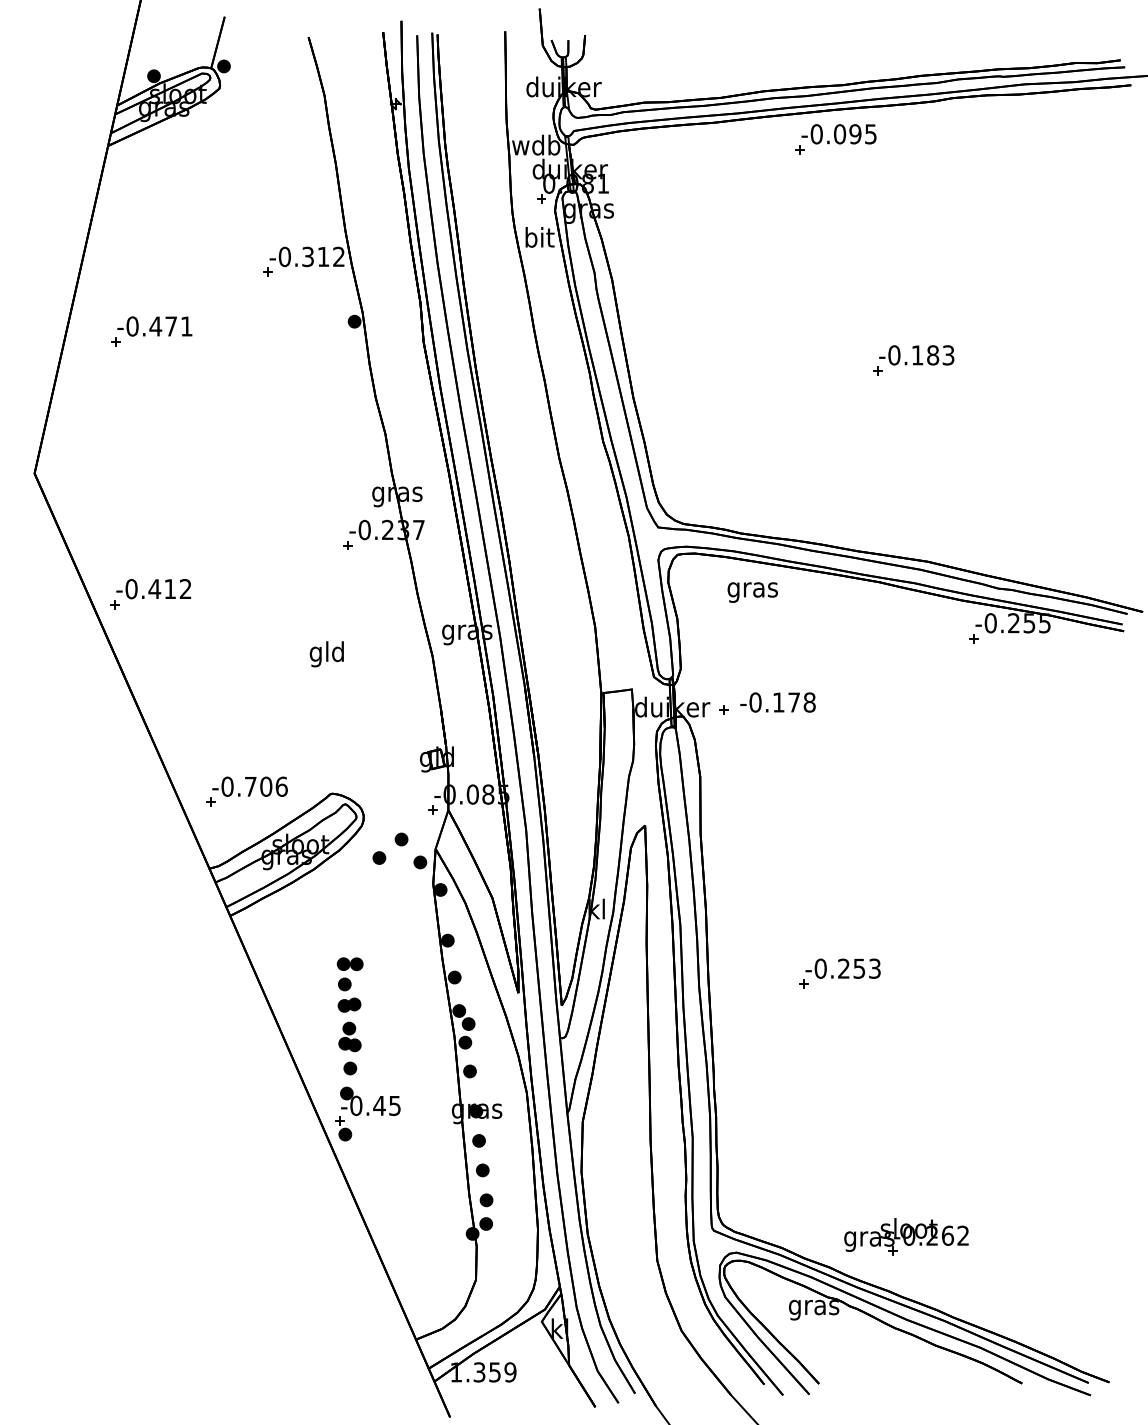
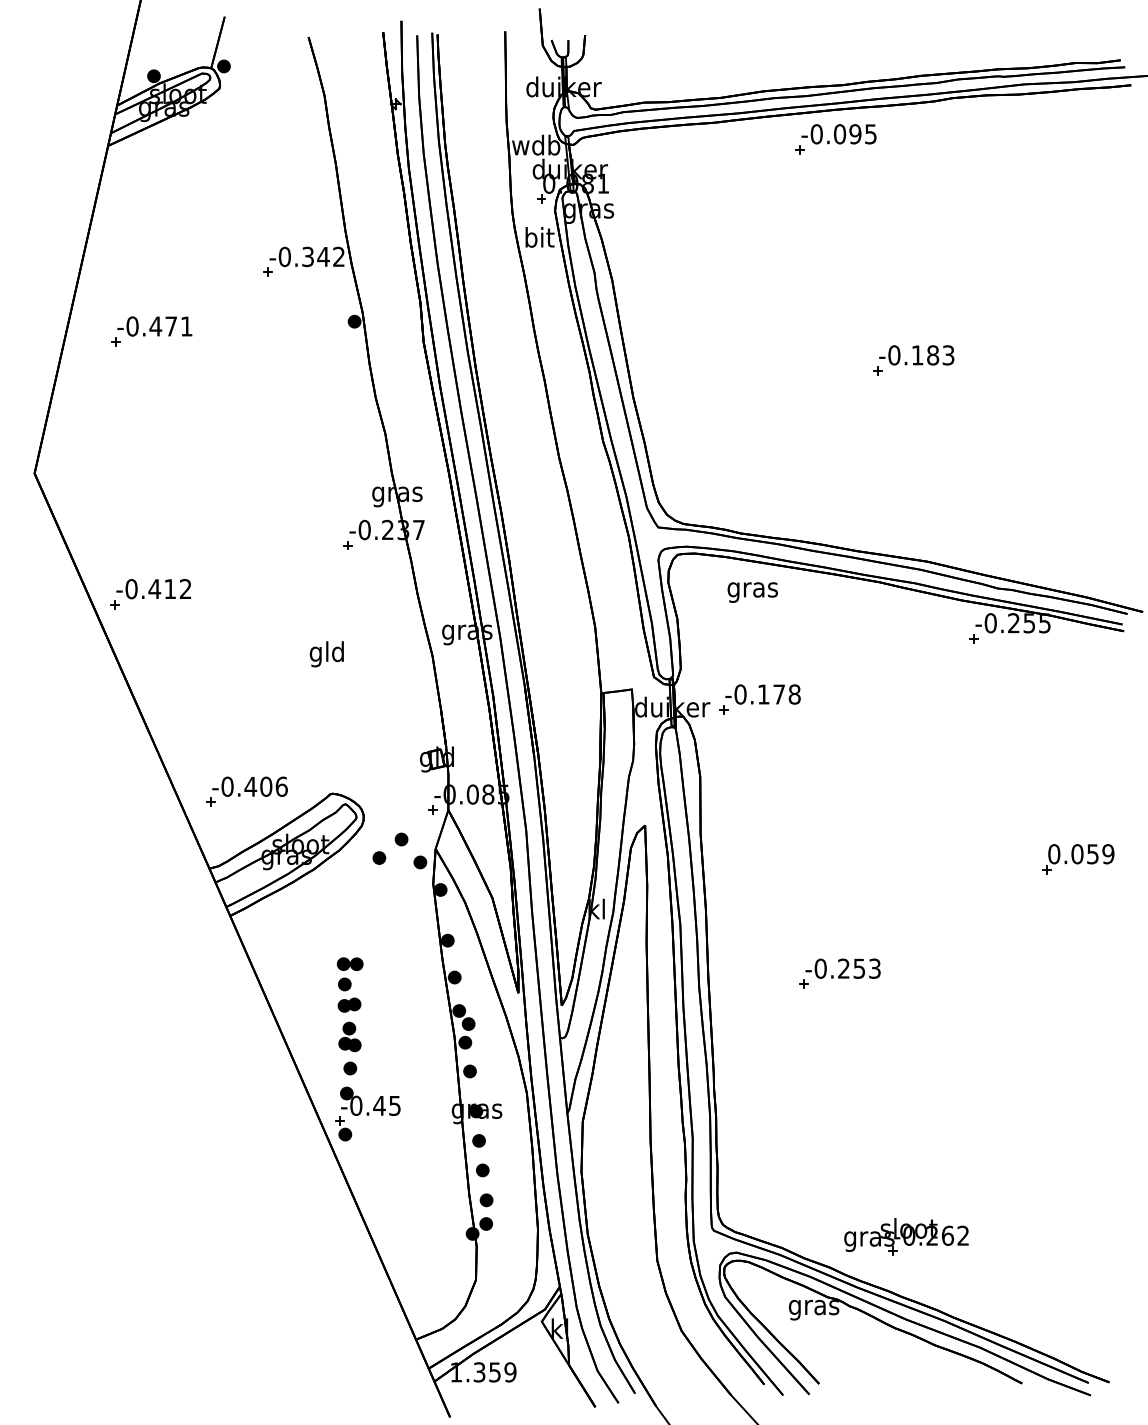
text at (323, 256): -0.312 -> -0.342
text at (777, 702) position: (777, 702) -> (762, 694)
text at (250, 786): -0.706 -> -0.406
part at (1078, 859): none -> present
